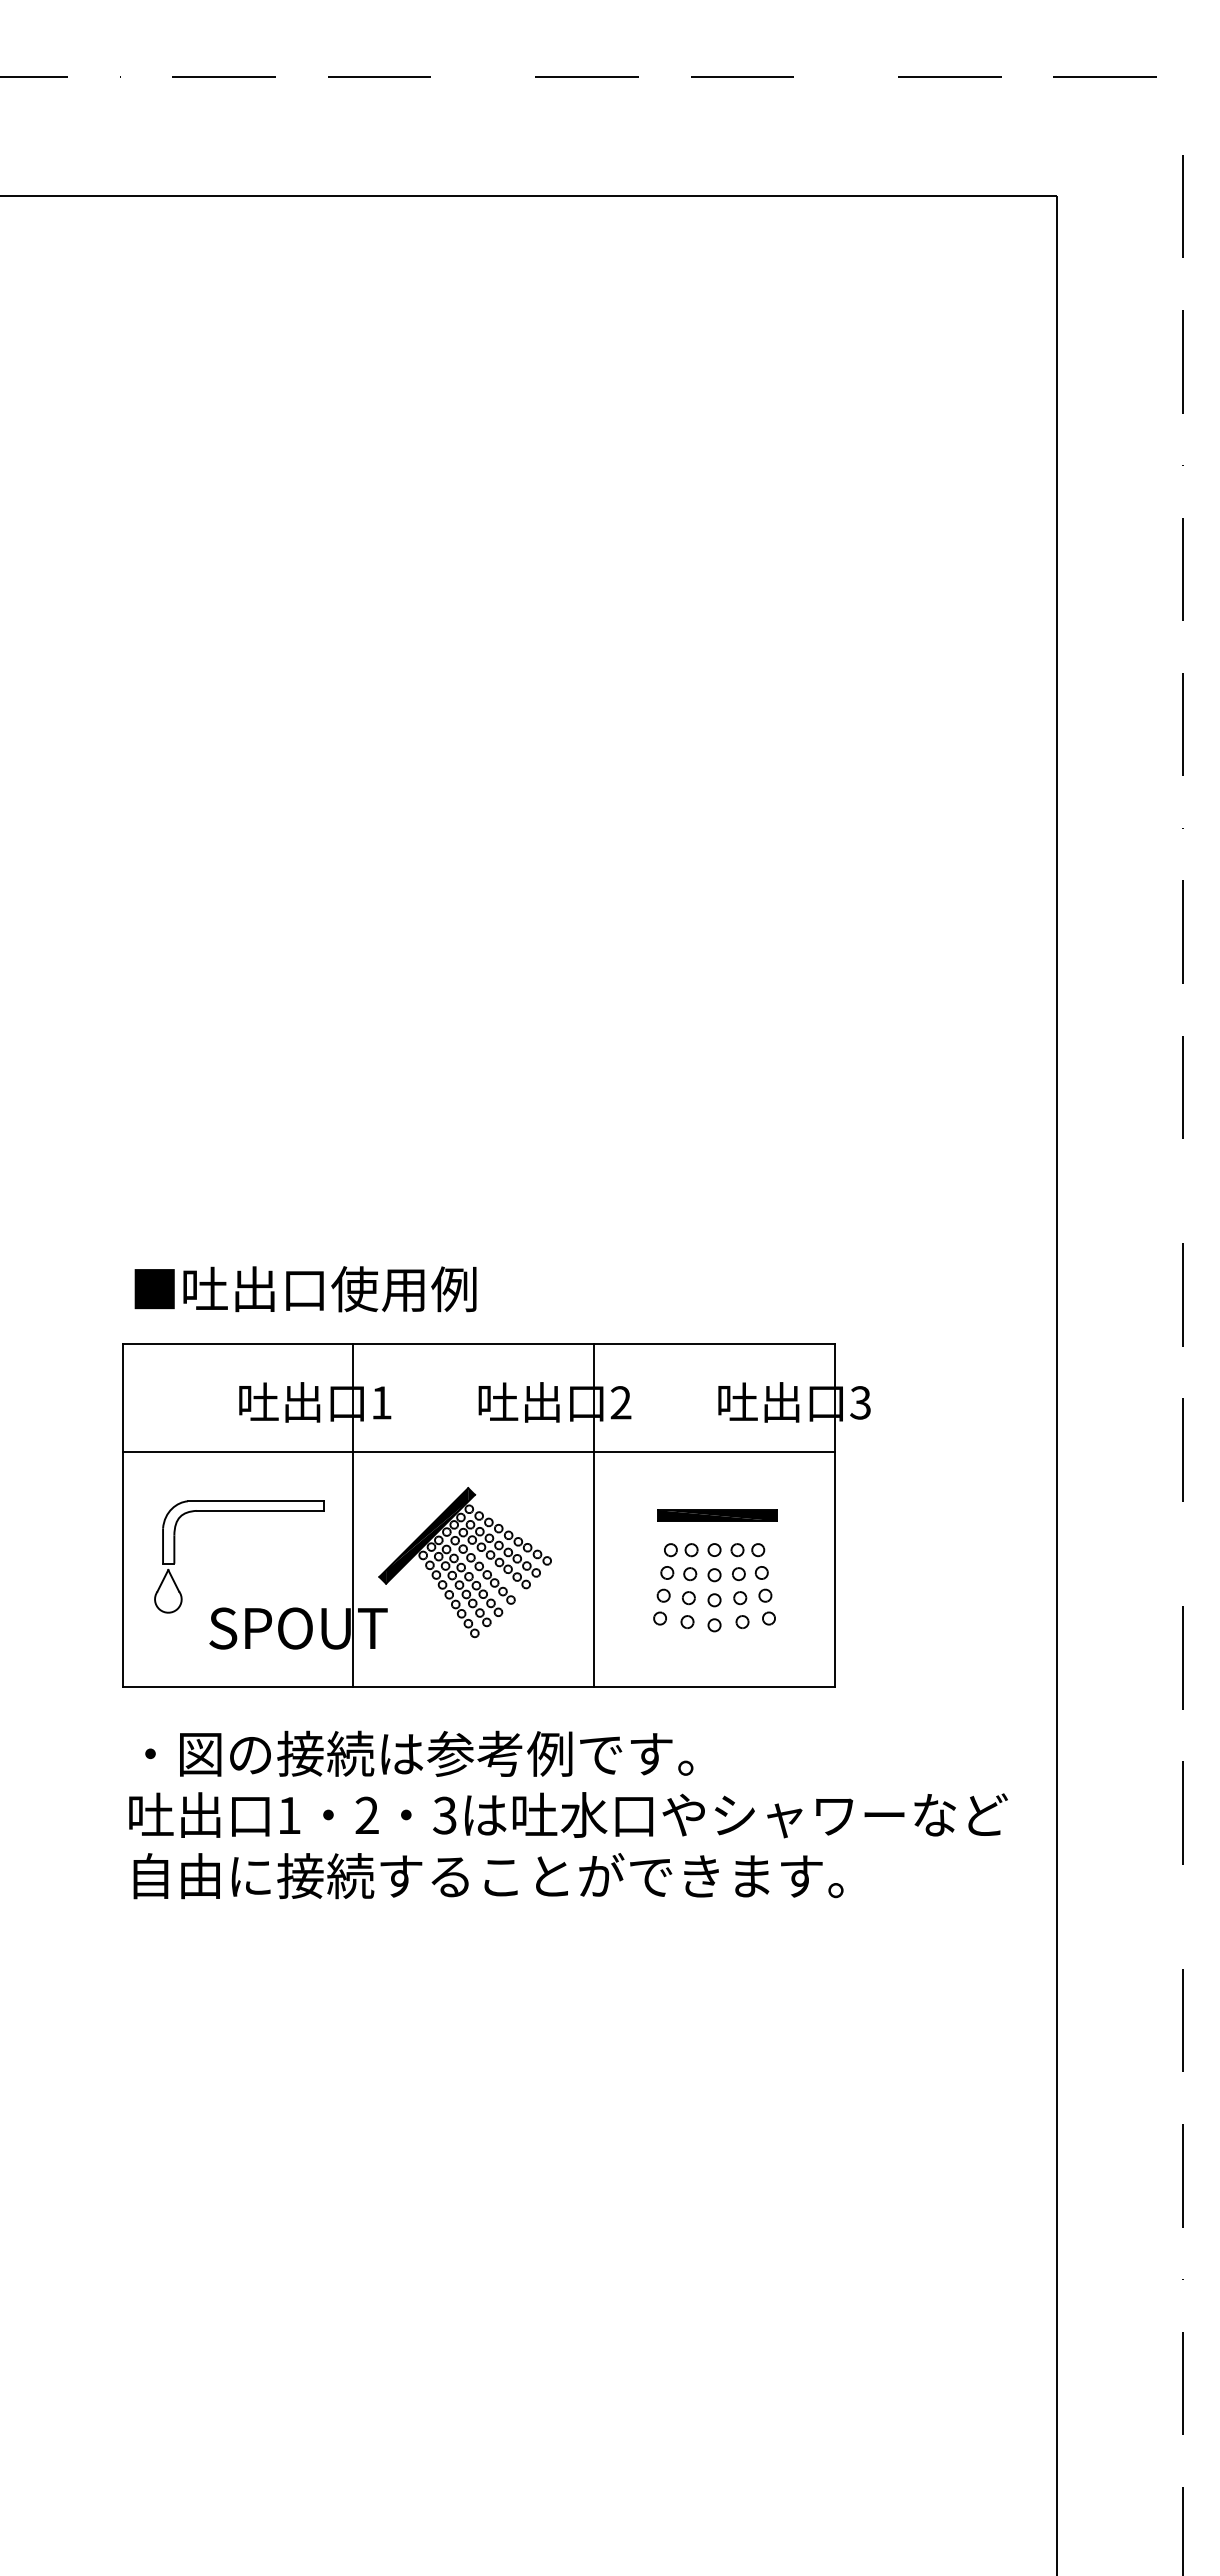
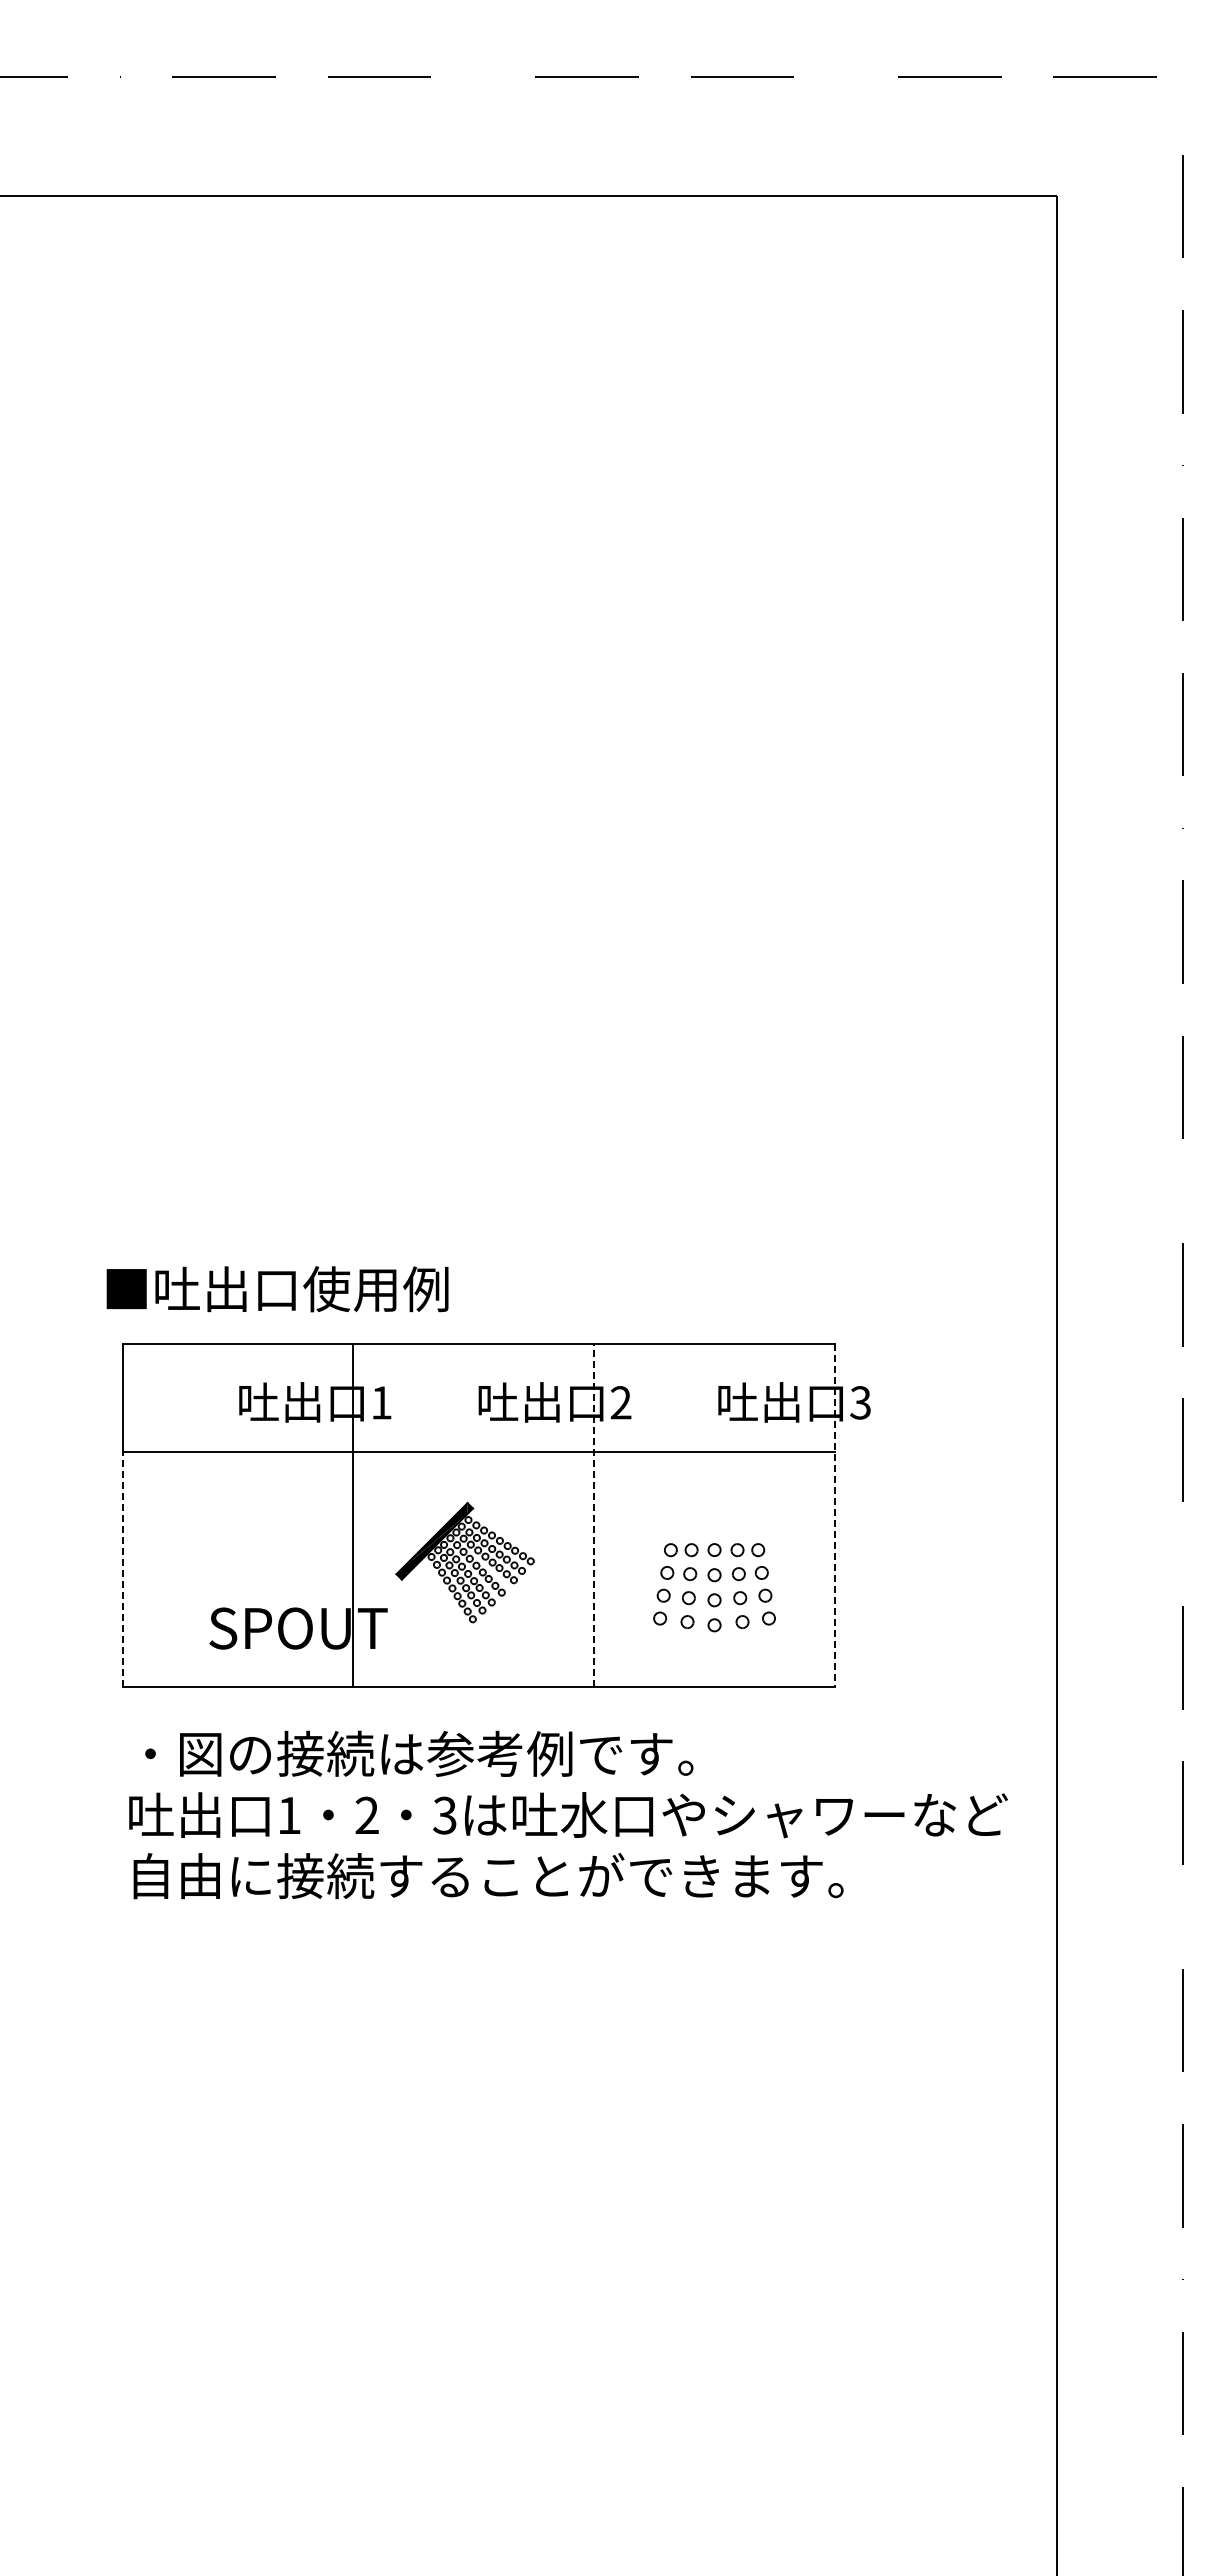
text at (305, 1289) position: (305, 1289) -> (277, 1289)
part at (239, 1511): present -> none
line at (594, 1515): solid -> dashed
part at (717, 1515): present -> none
line at (834, 1515): solid -> dashed
part at (464, 1562) size: 174x152 px -> 140x122 px
line at (122, 1569): solid -> dashed
